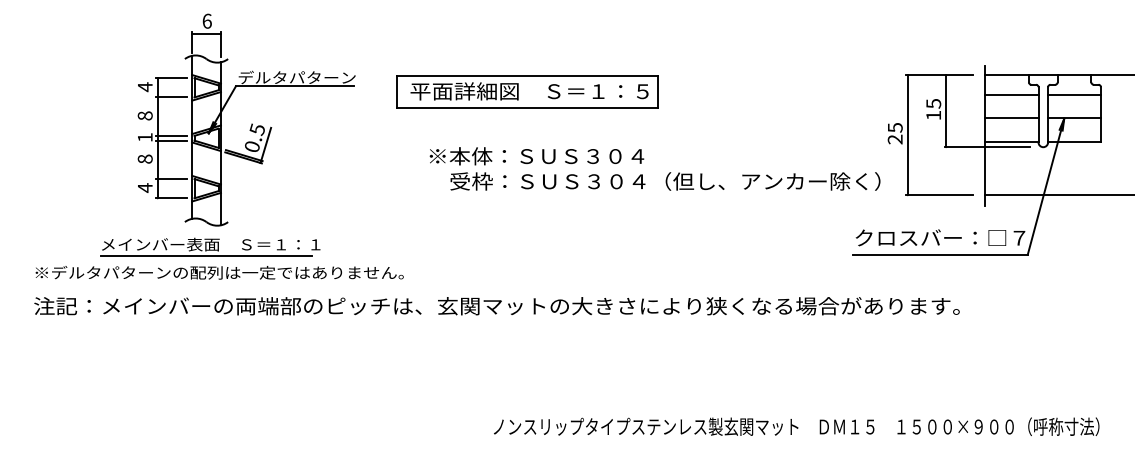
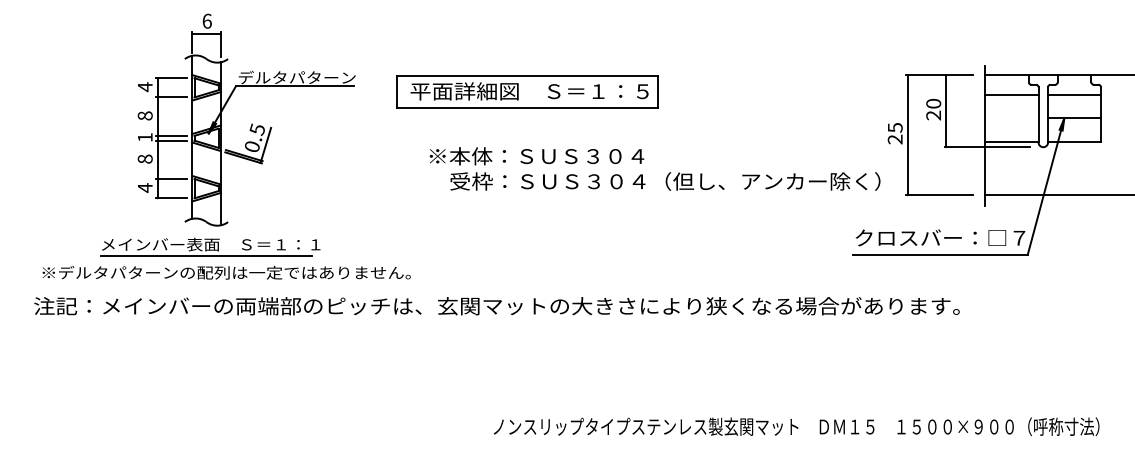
text at (933, 109): 15 -> 20
line at (1011, 118): present -> none
text at (219, 272) position: (219, 272) -> (226, 272)
